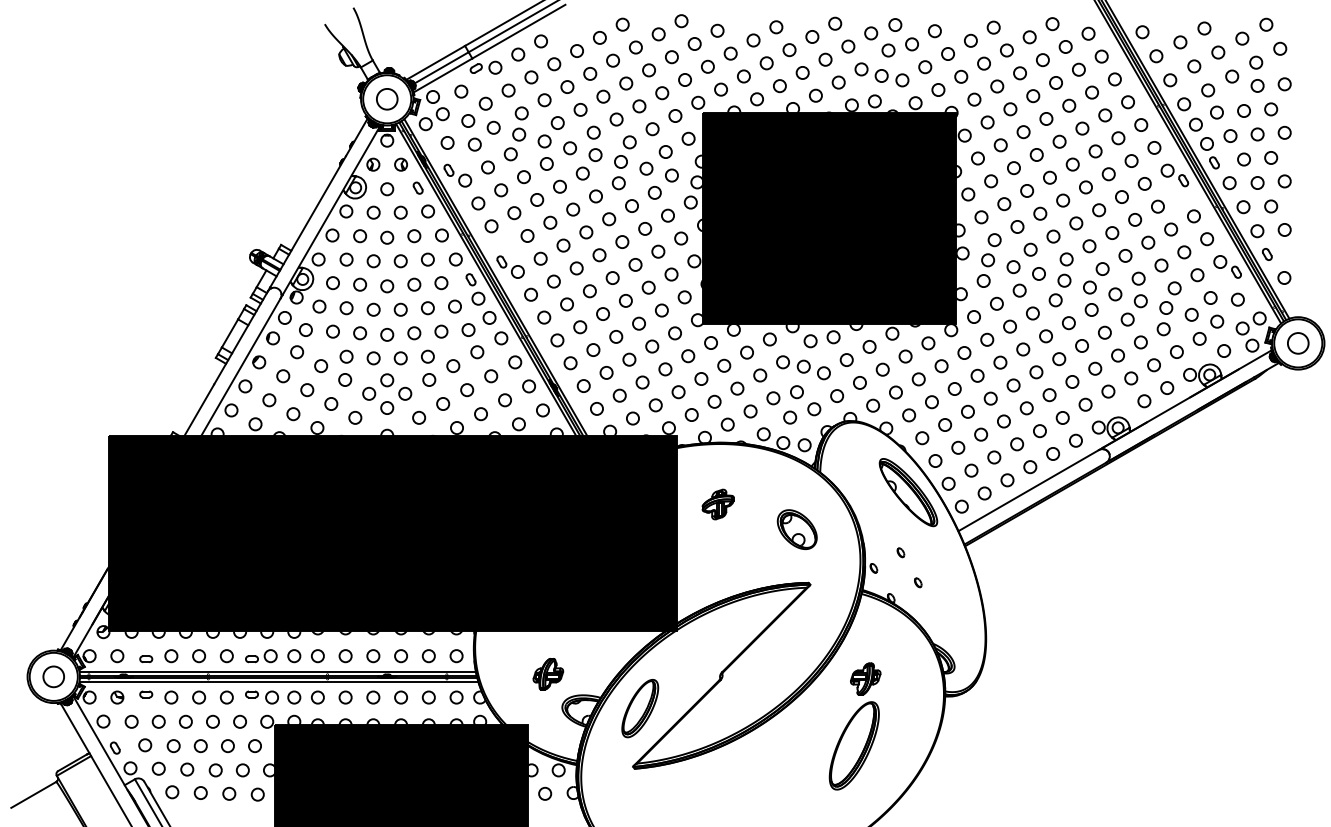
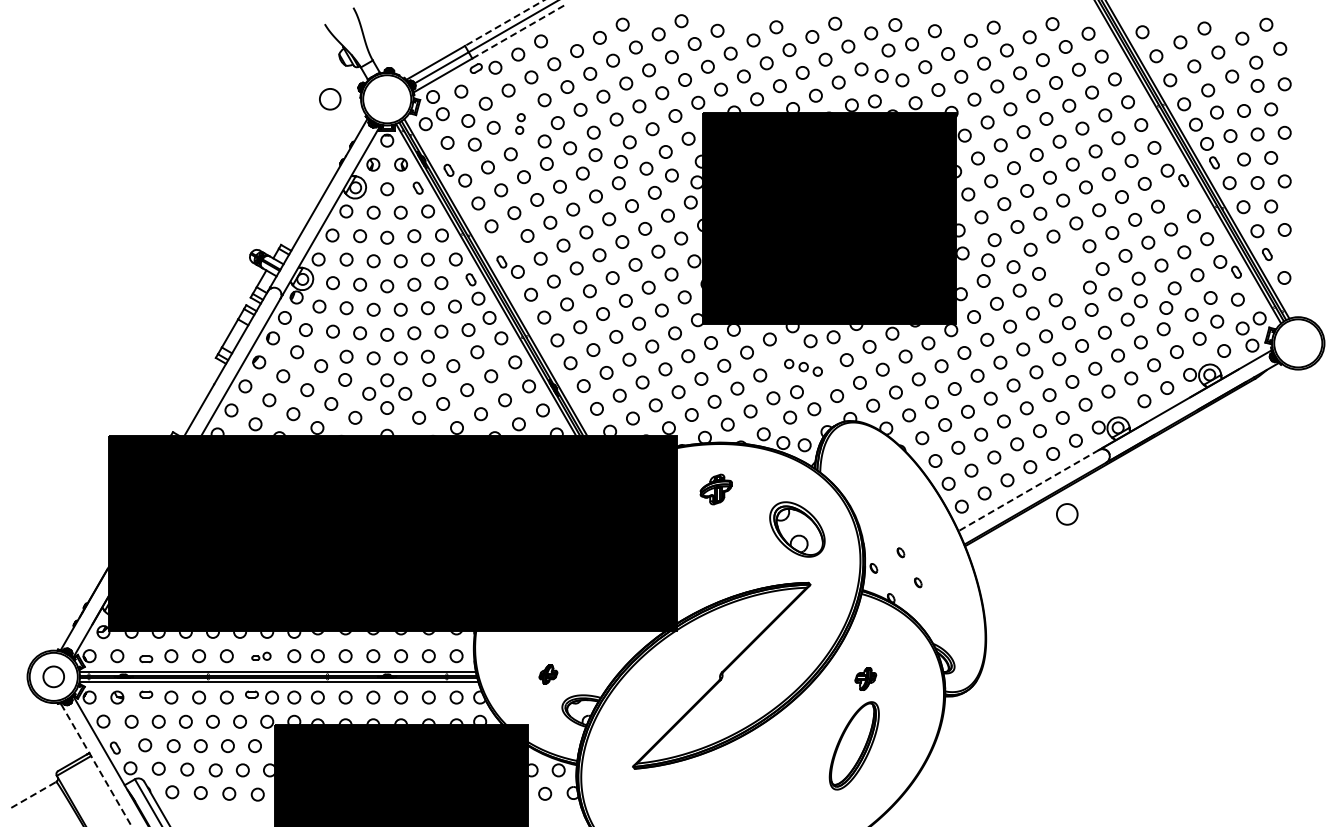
line at (504, 23): solid -> dashed
line at (518, 31): solid -> dashed
circle at (387, 99) position: (387, 99) -> (330, 99)
part at (520, 123) size: 17x36 px -> 11x22 px
part at (1065, 269): present -> none
circle at (1298, 343) position: (1298, 343) -> (1067, 514)
part at (803, 367) size: 55x26 px -> 39x19 px
line at (1028, 490): solid -> dashed
part at (908, 492): present -> none
part at (717, 504) position: (717, 504) -> (715, 489)
part at (796, 529) size: 42x42 px -> 57x57 px
part at (261, 656) size: 33x15 px -> 21x10 px
part at (548, 674) size: 33x33 px -> 21x21 px
part at (865, 678) size: 32x34 px -> 24x24 px
part at (640, 708): present -> none
line at (96, 765): solid -> dashed
line at (34, 794): solid -> dashed
